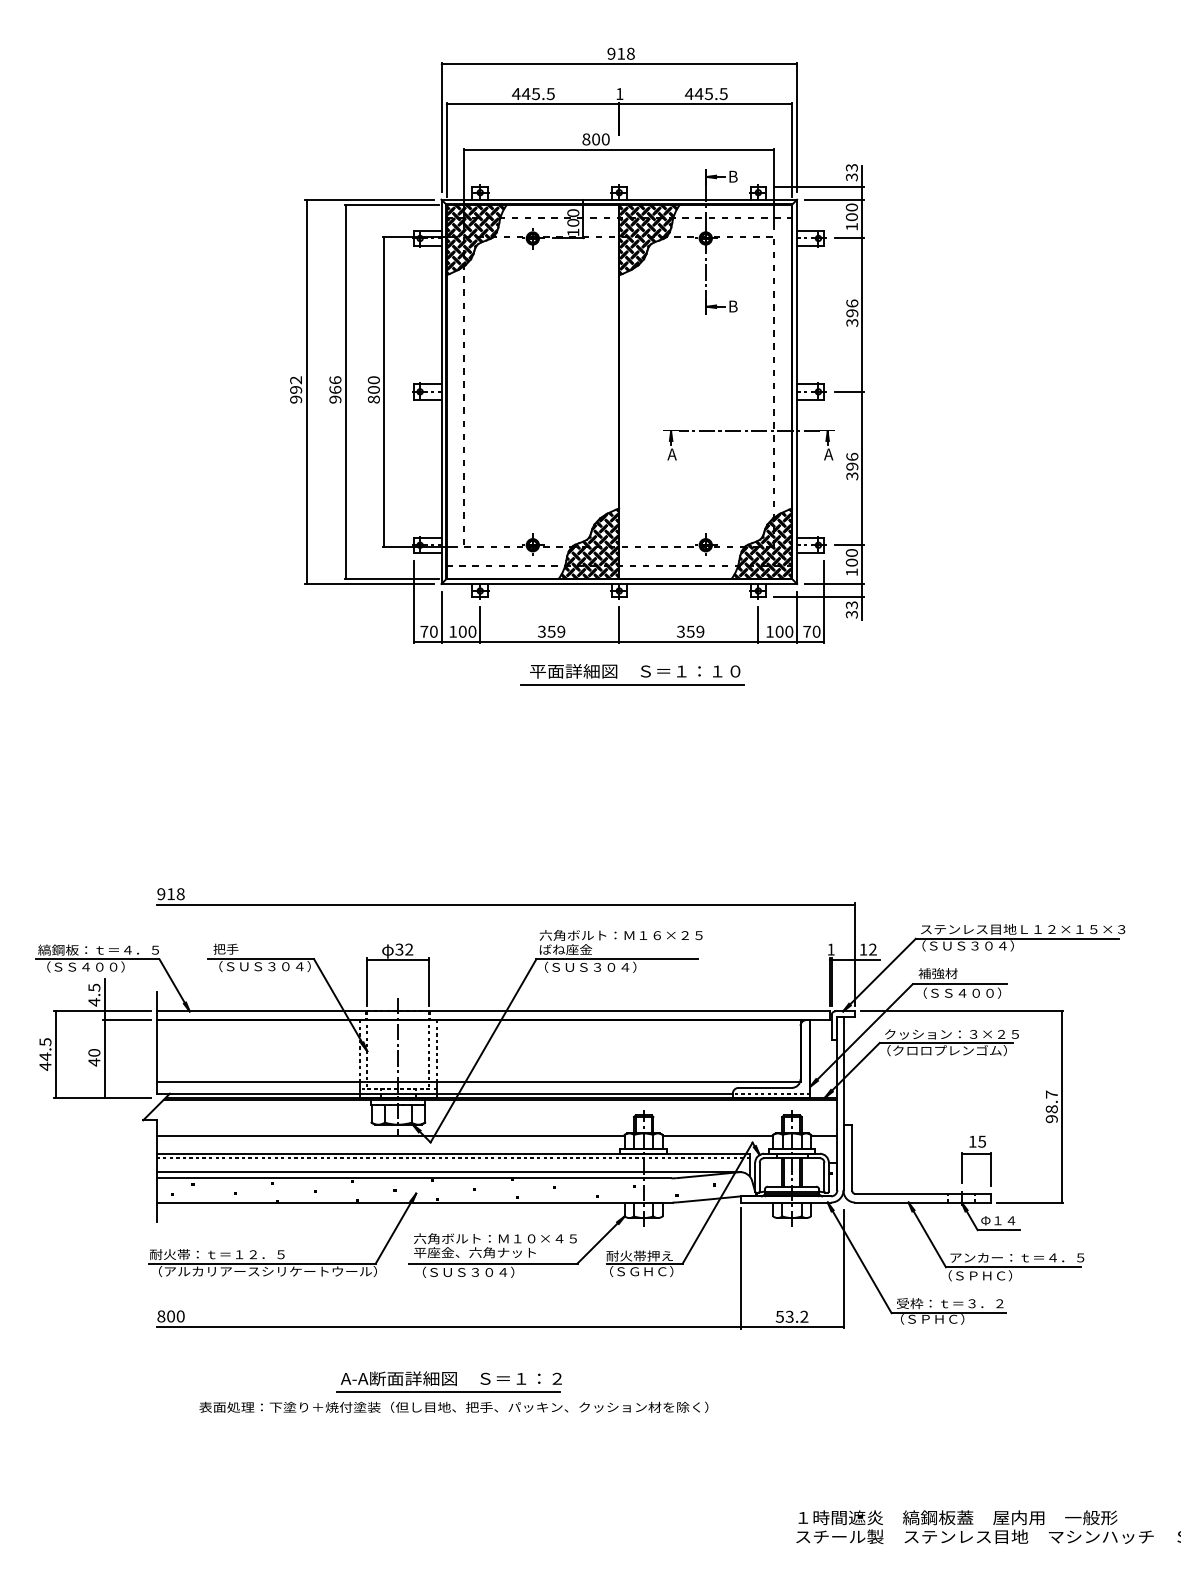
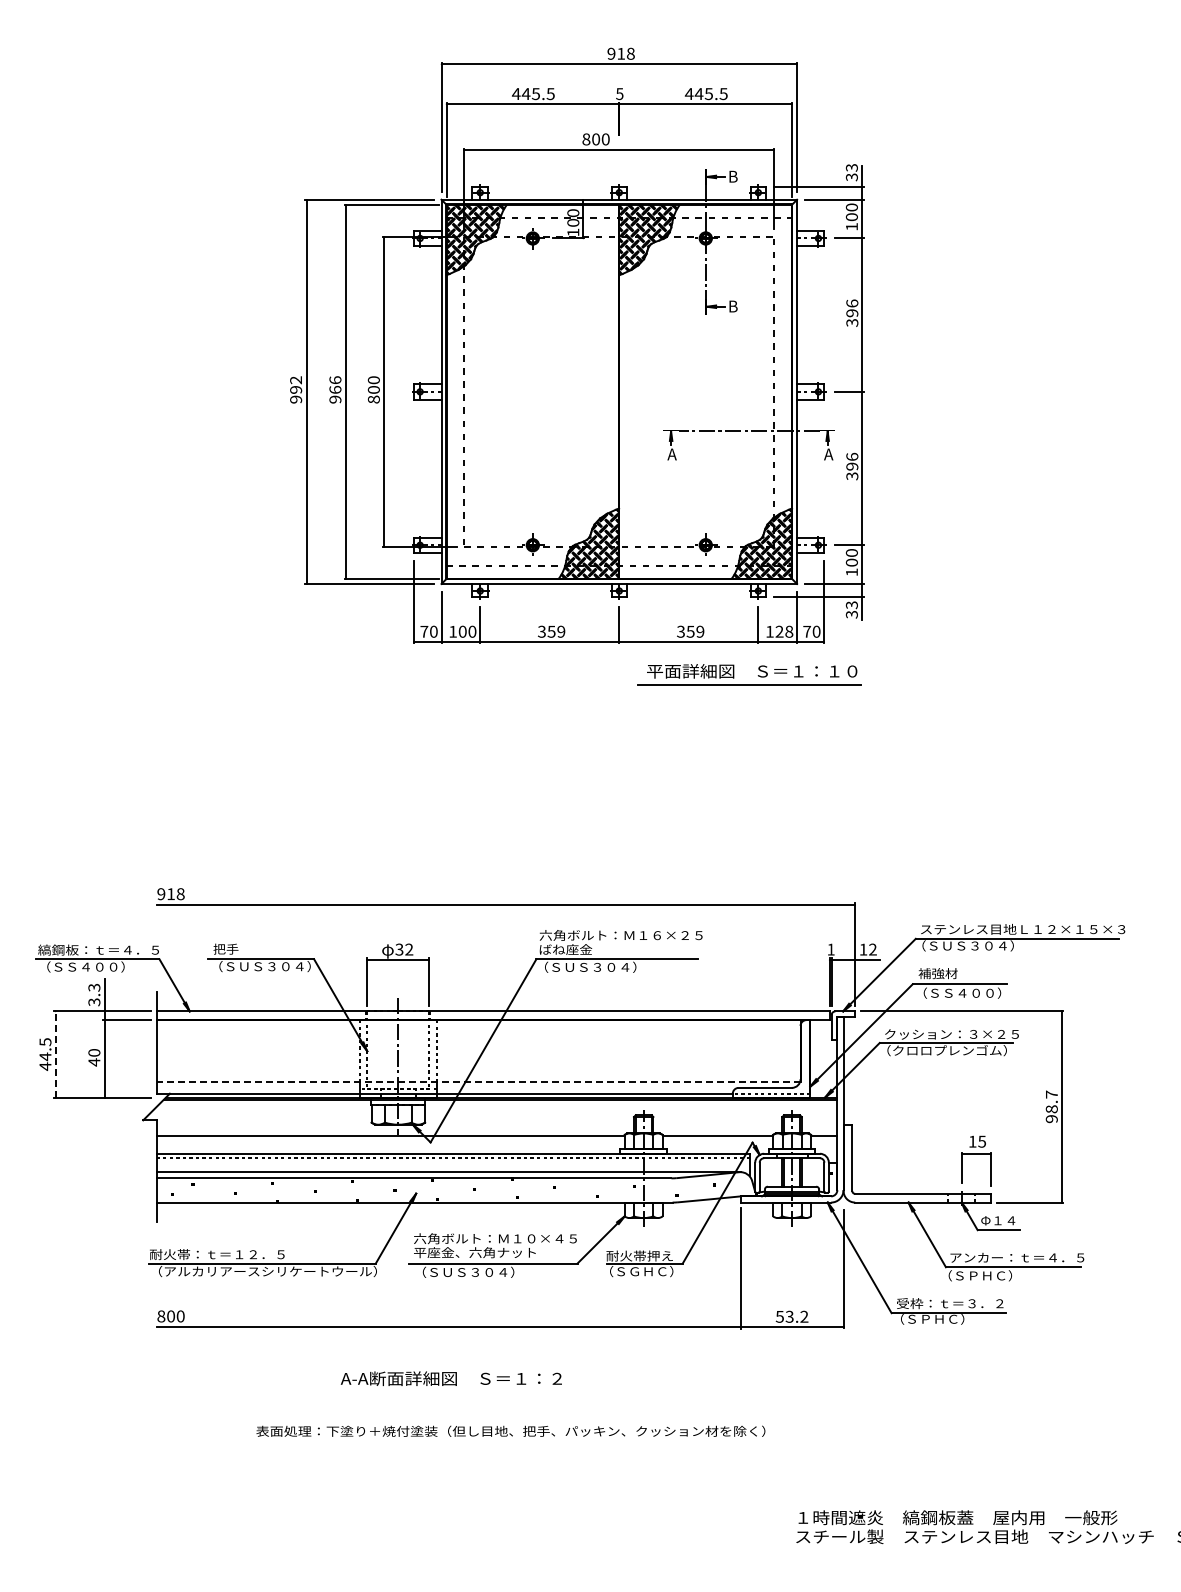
text at (619, 94): 1 -> 5
text at (784, 631): 100 -> 128
part at (640, 675) position: (640, 675) -> (757, 675)
text at (94, 994): 4.5 -> 3.3
line at (55, 1054): solid -> dashed
line at (478, 1082): solid -> dashed
line at (448, 1391): present -> none
text at (453, 1406) position: (453, 1406) -> (510, 1430)
